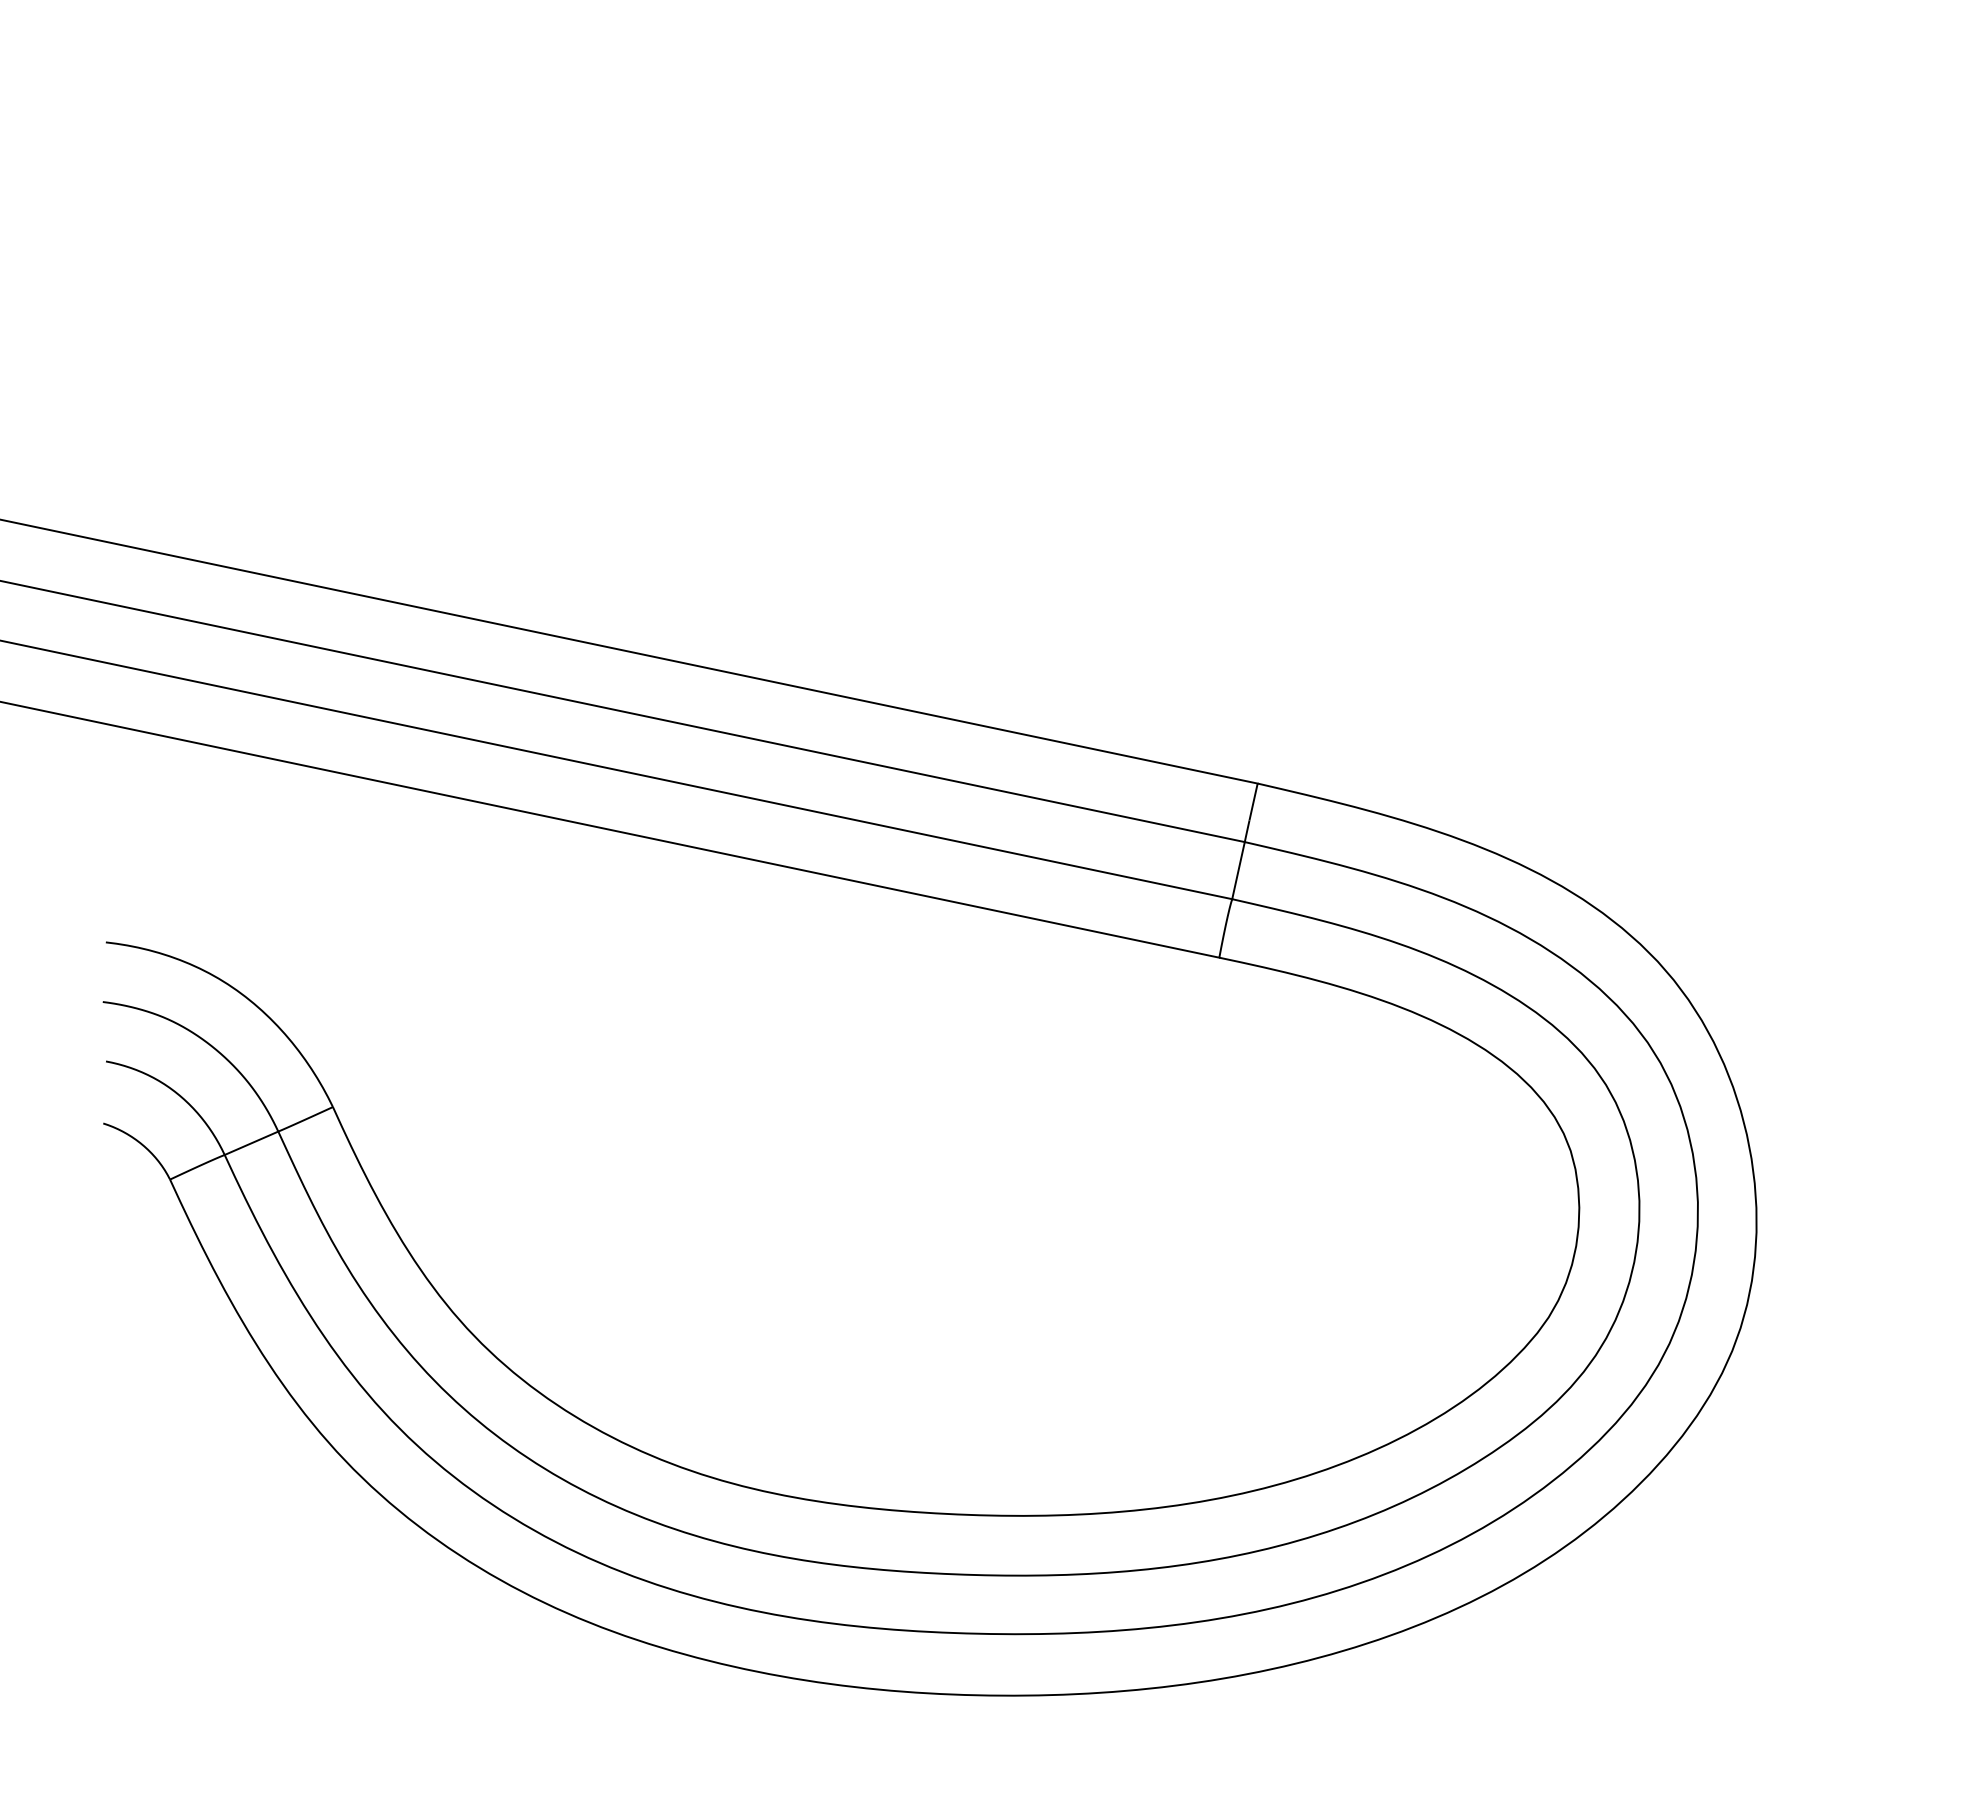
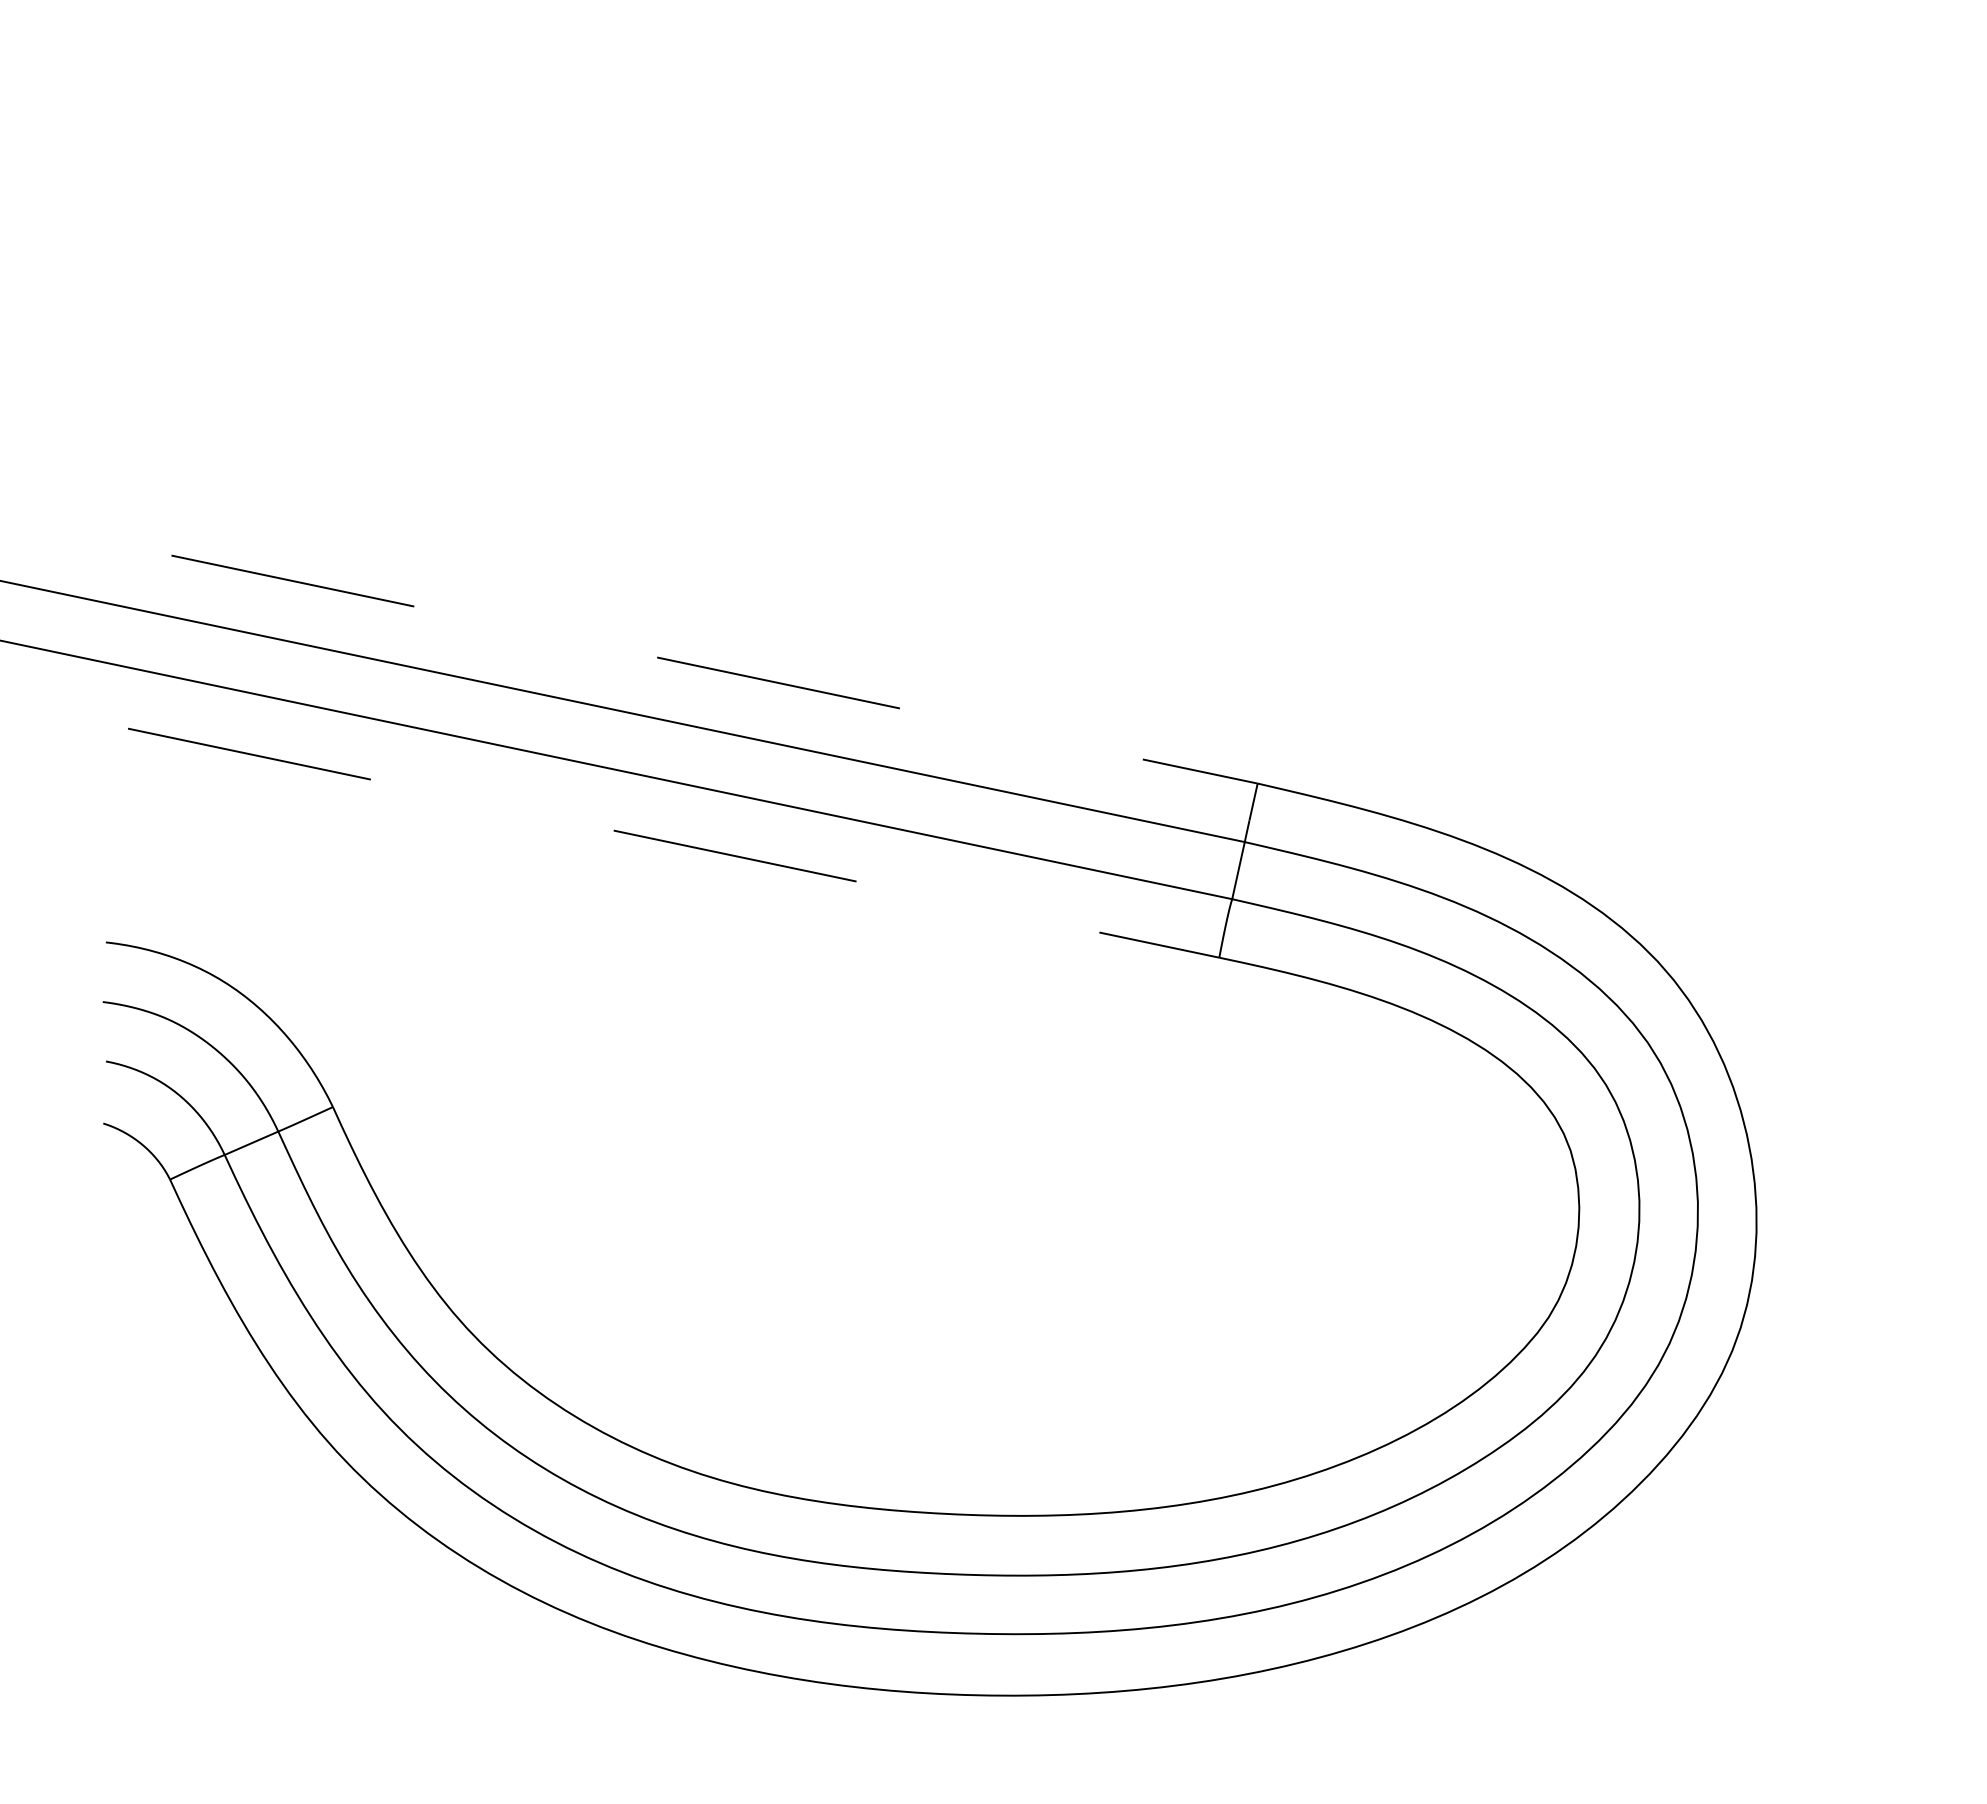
line at (629, 651): solid -> dashed
line at (609, 829): solid -> dashed
